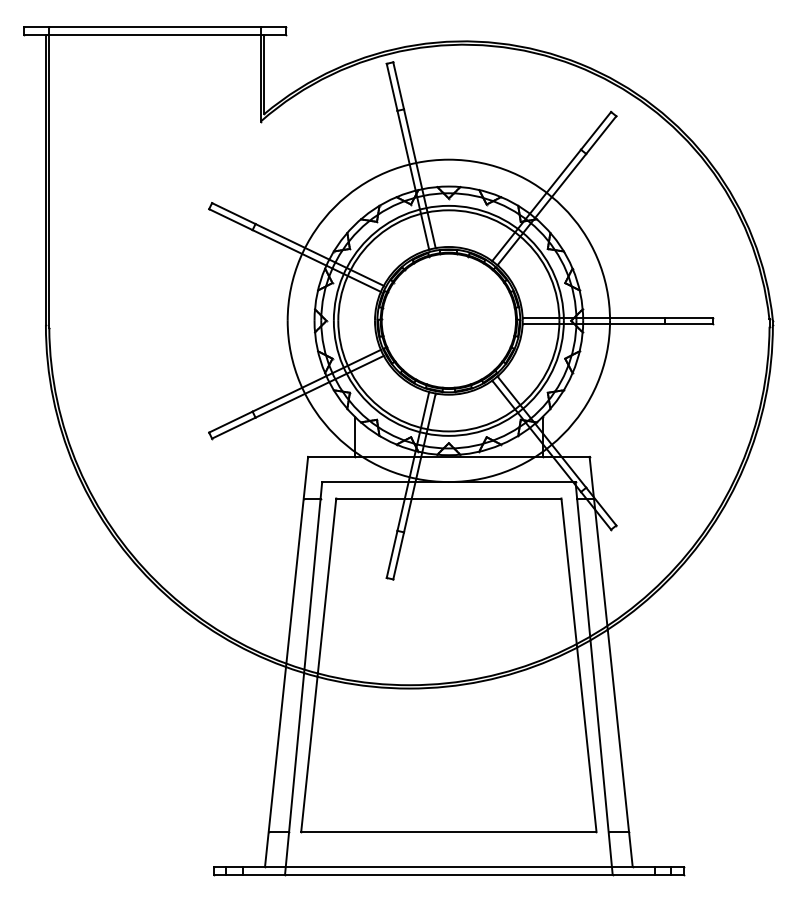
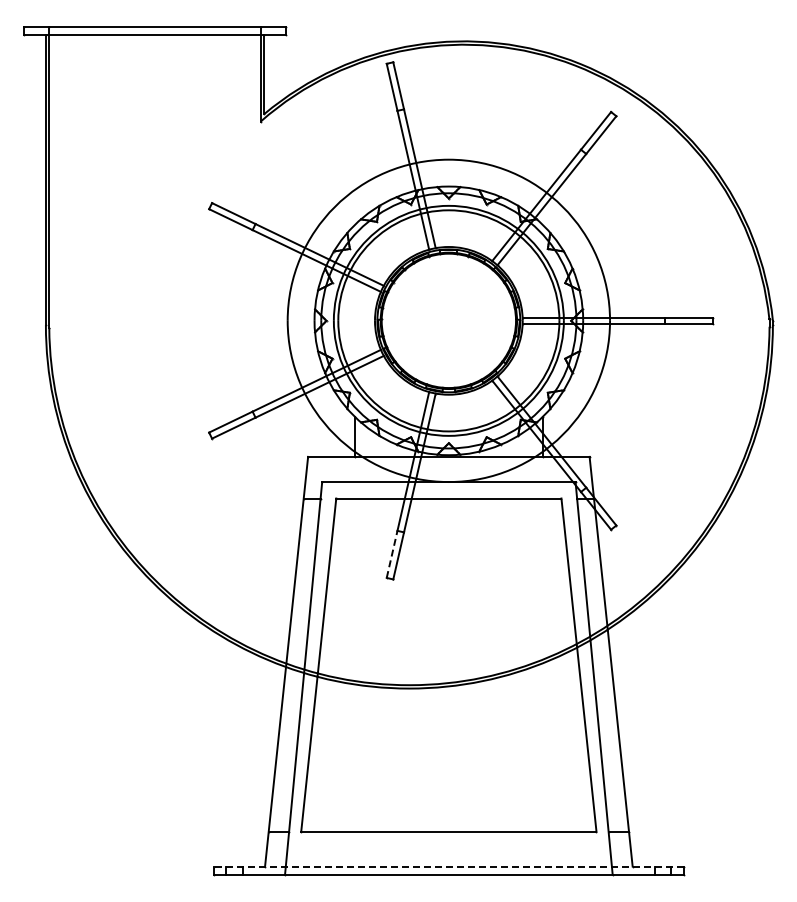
line at (392, 553): solid -> dashed
line at (448, 866): solid -> dashed
